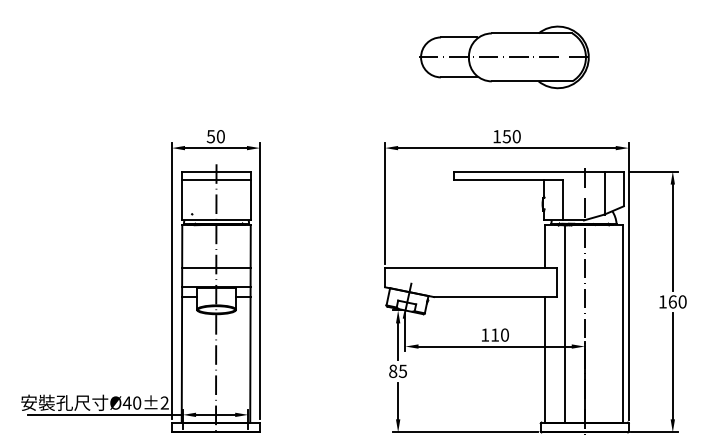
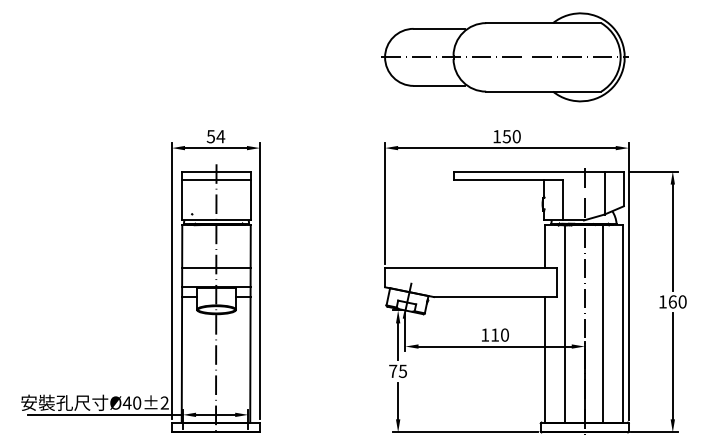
part at (504, 57) size: 171x65 px -> 248x91 px
text at (220, 136): 50 -> 54
line at (602, 323): none -> present
text at (393, 371): 85 -> 75
